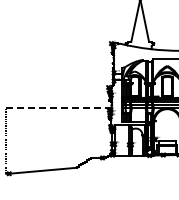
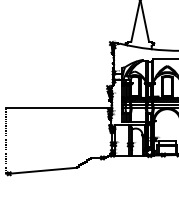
line at (59, 108): dashed -> solid
